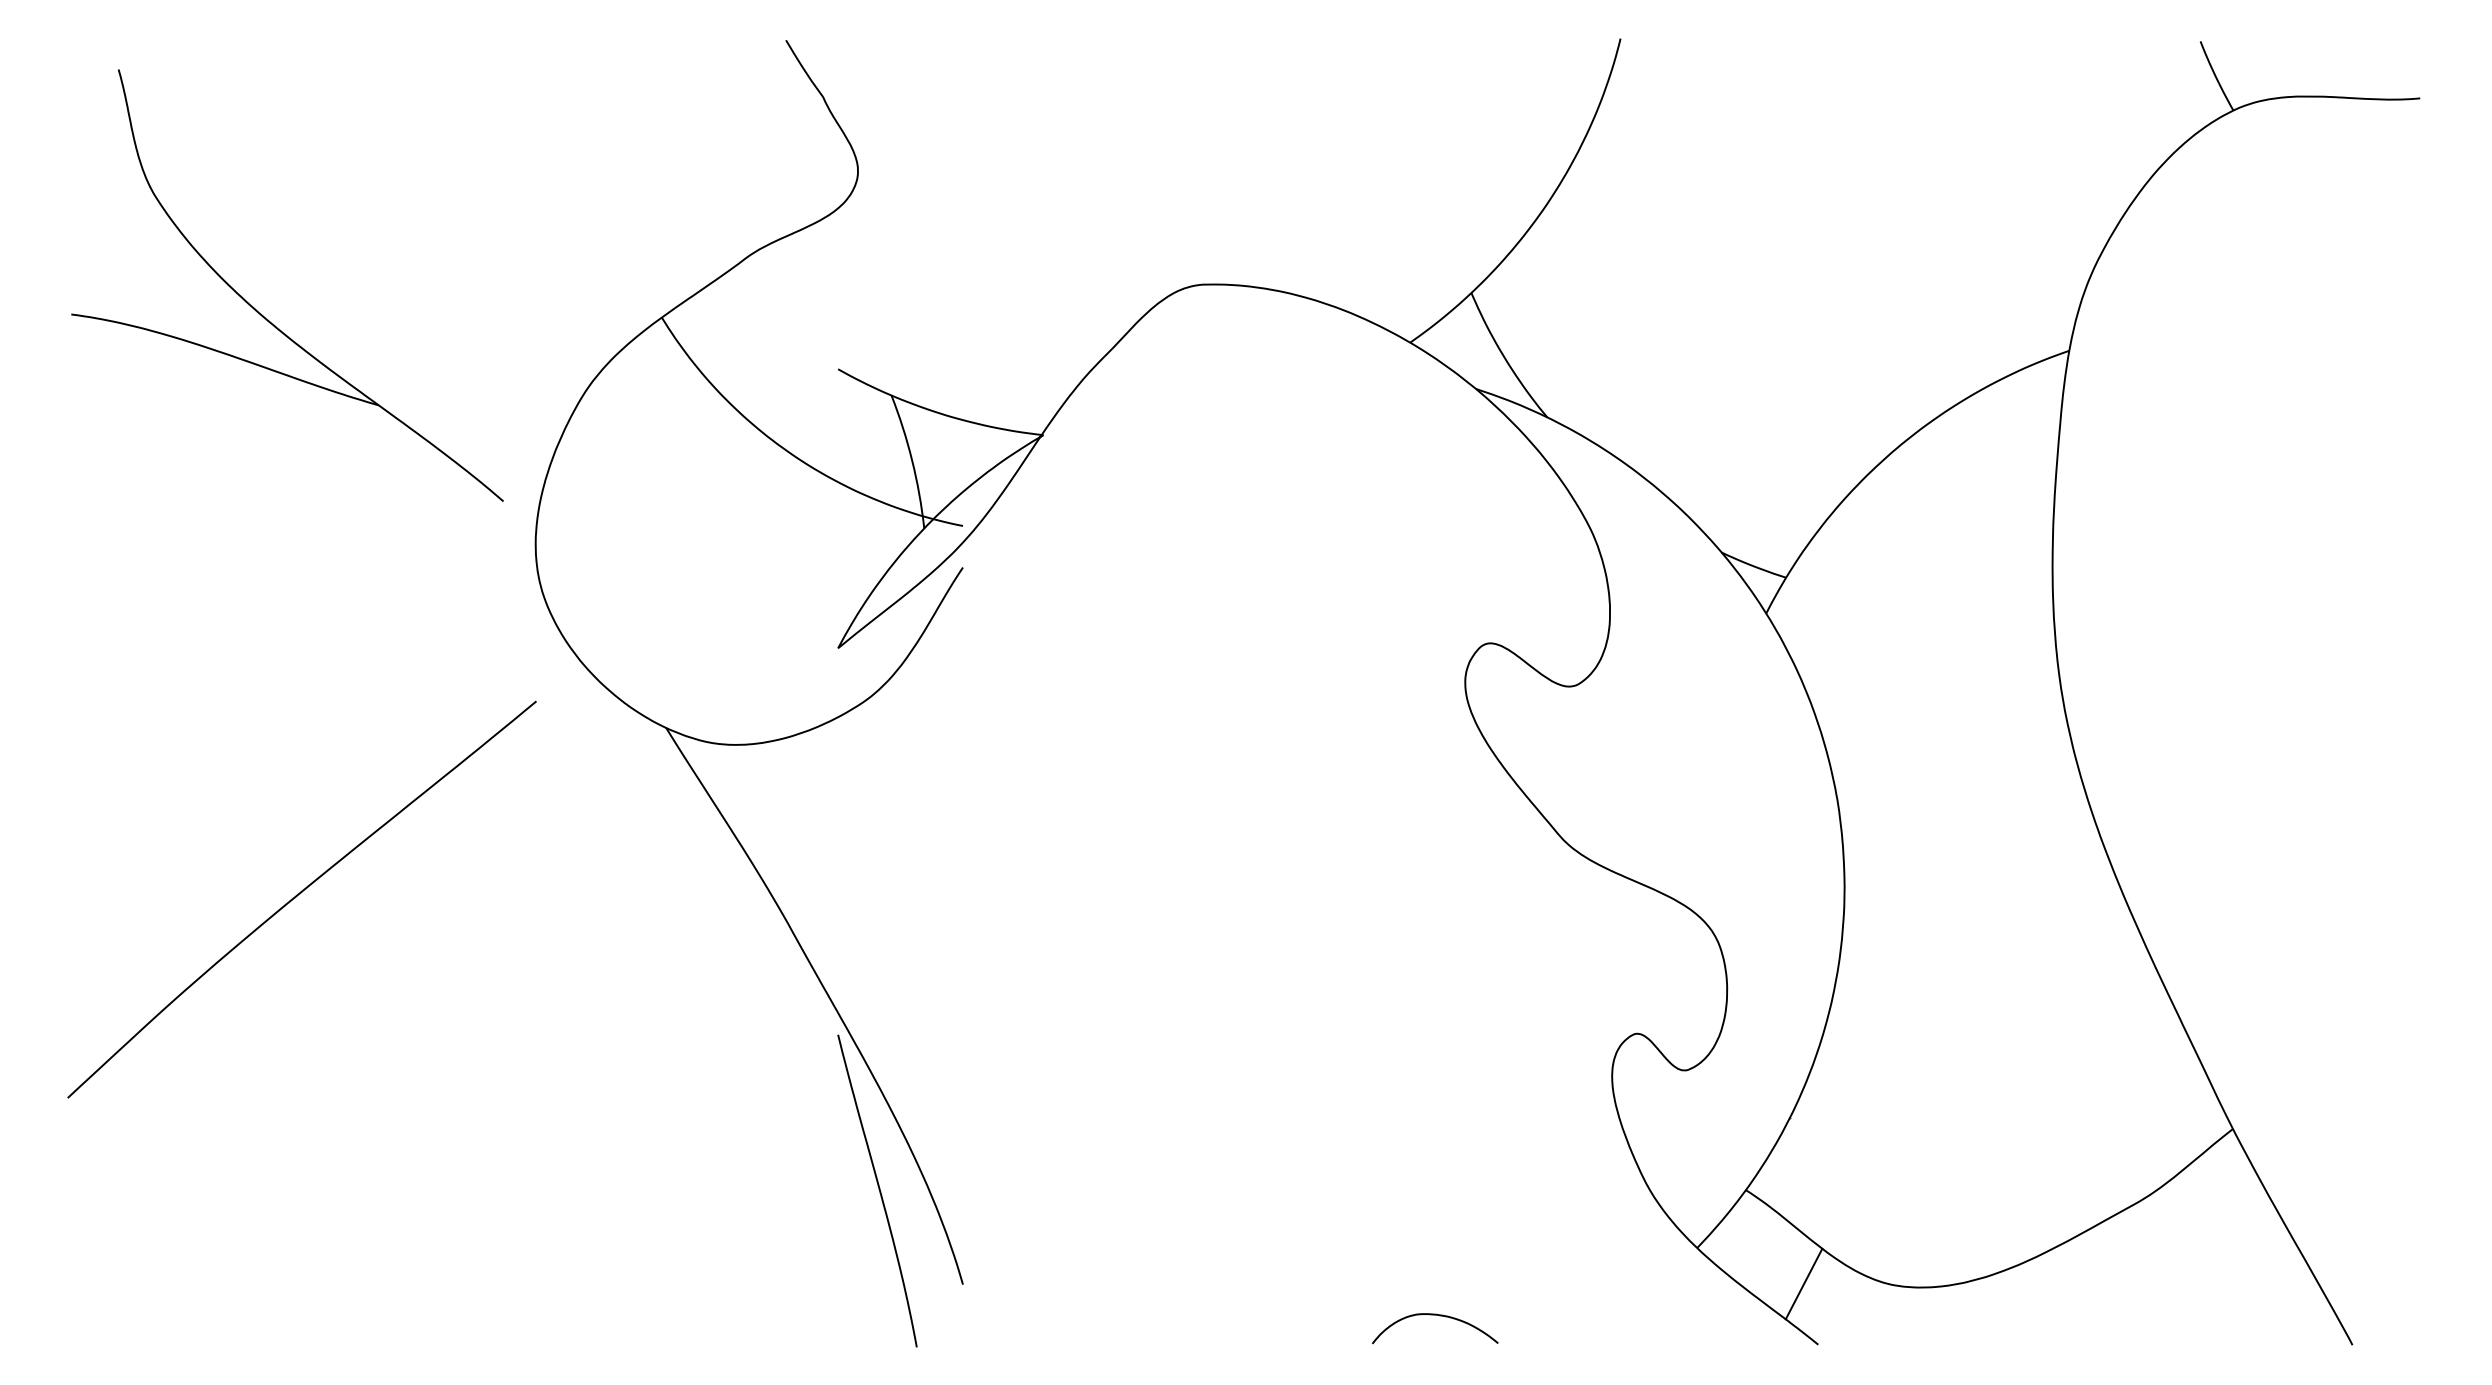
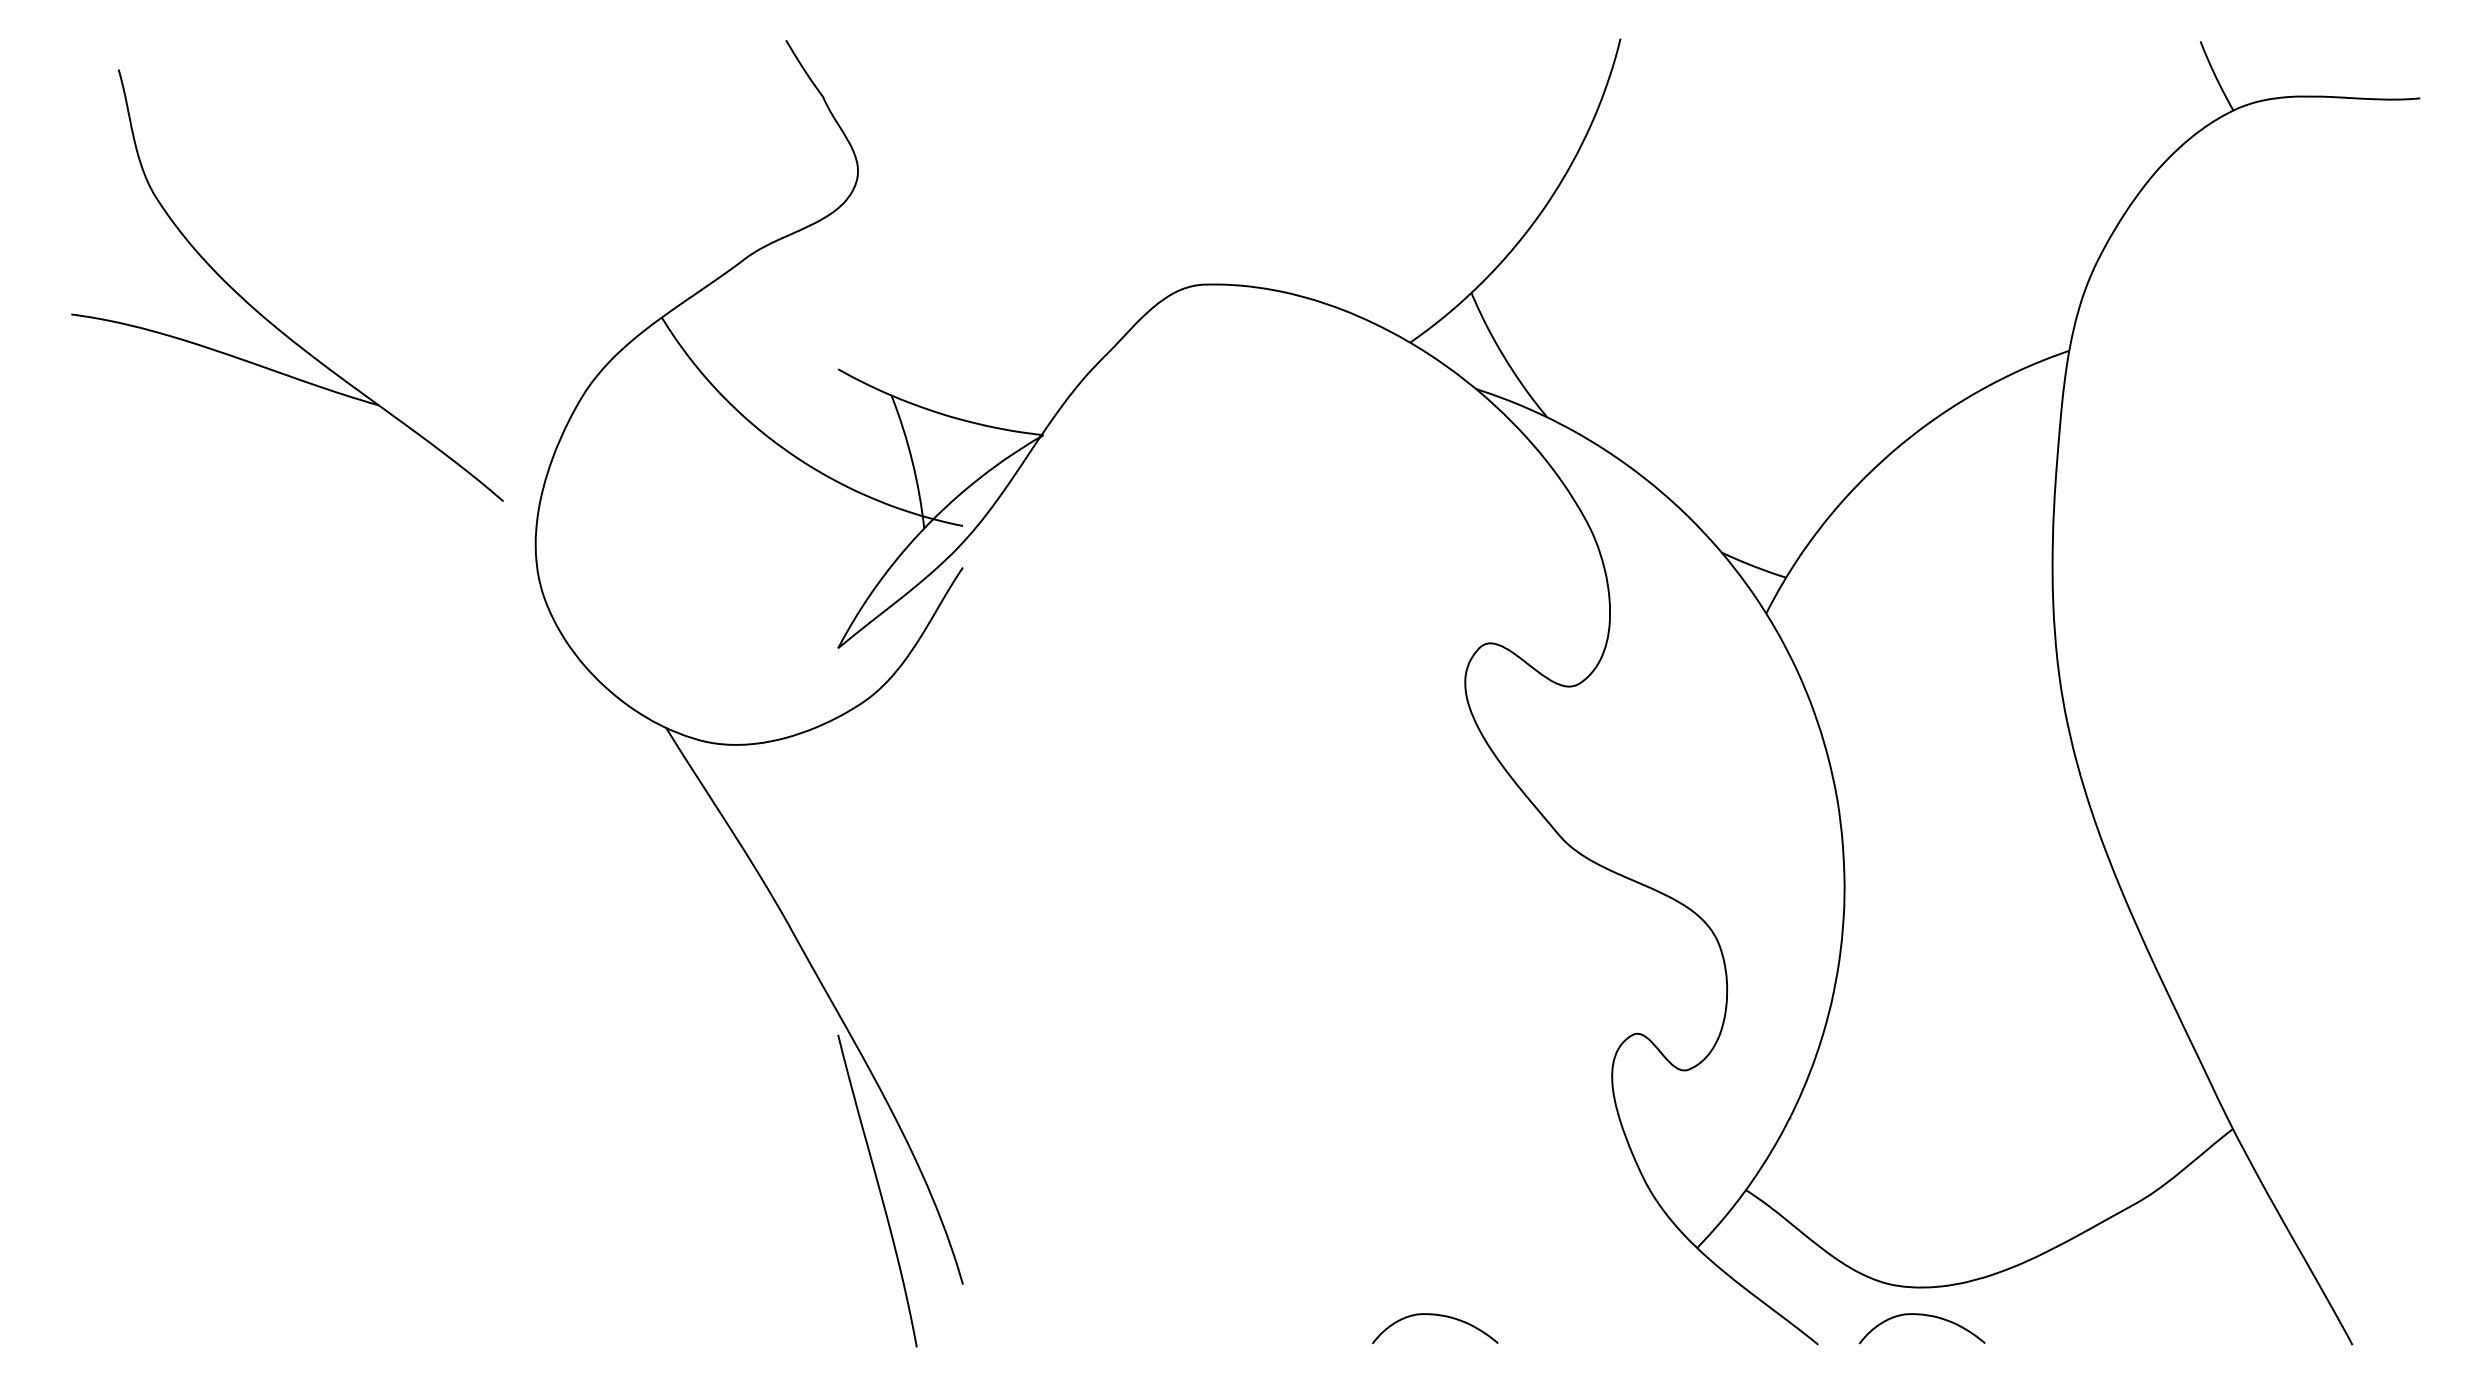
curve at (298, 895): present -> none
line at (1803, 1283): present -> none
curve at (1926, 1316): none -> present
